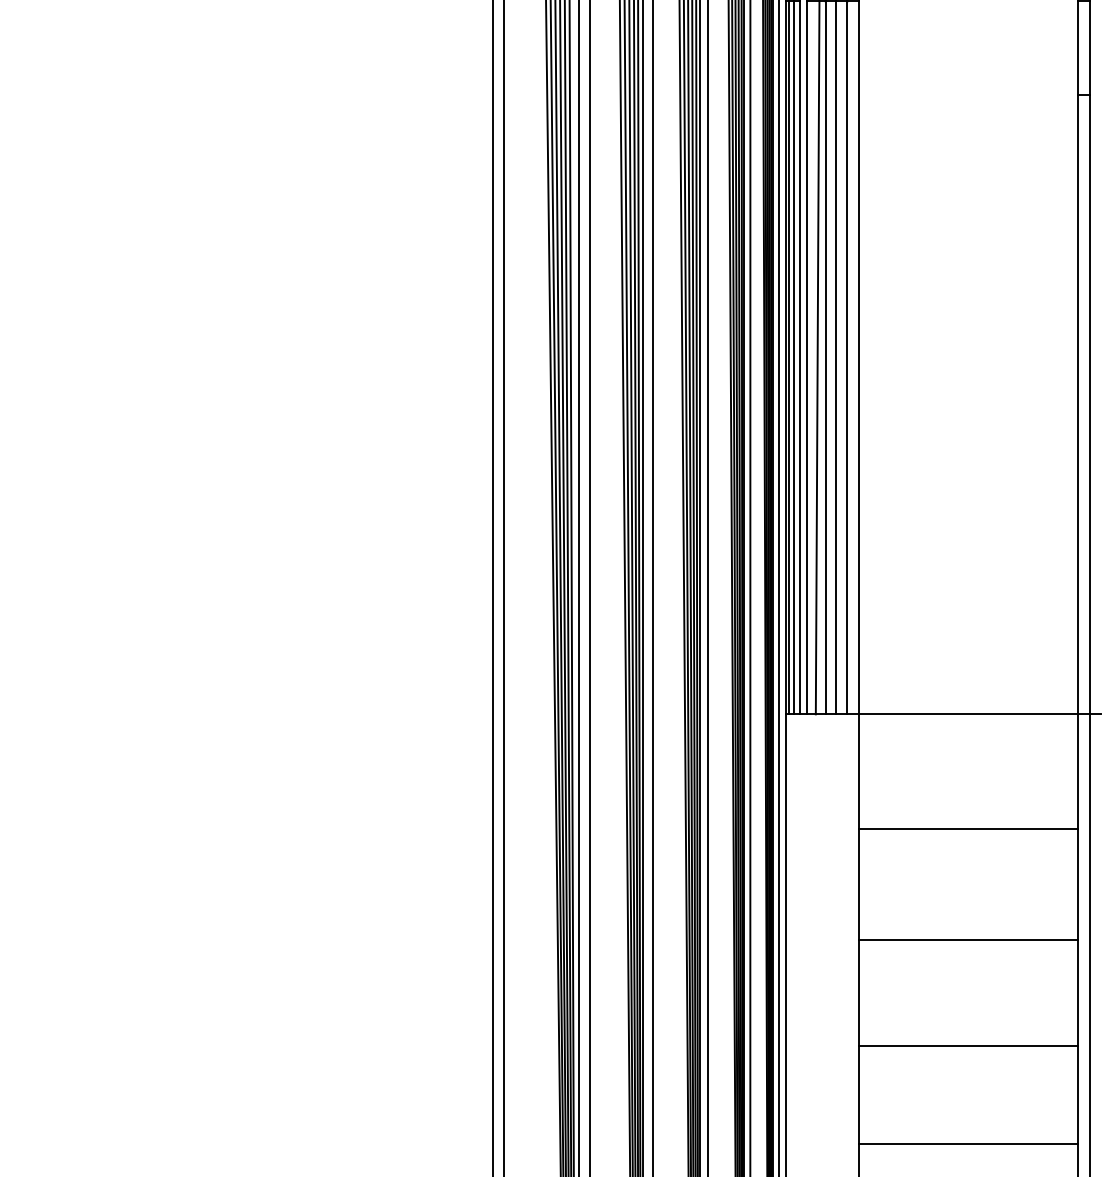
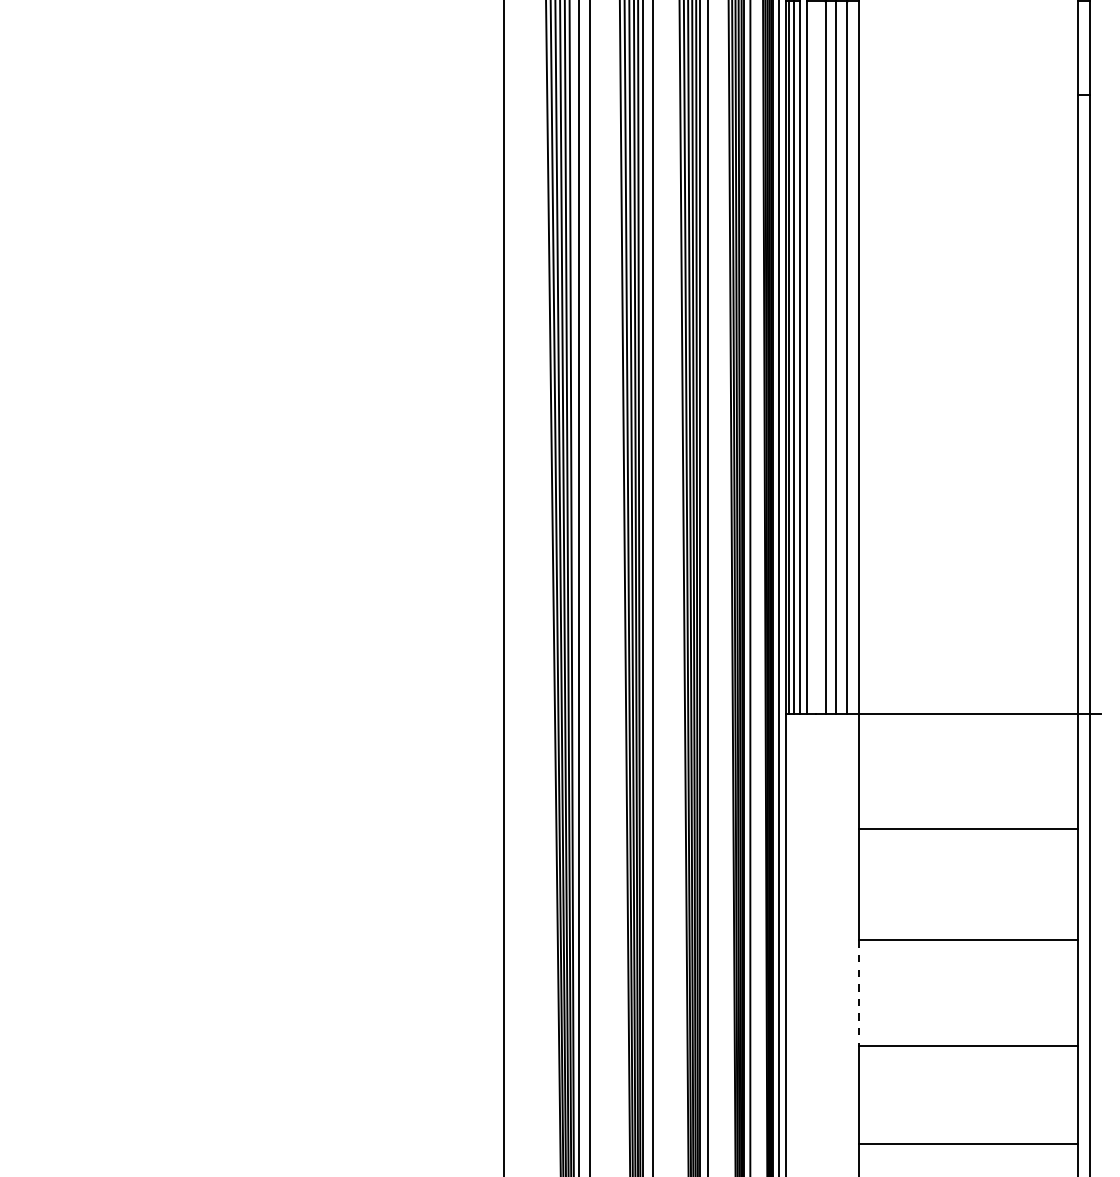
line at (817, 358): present -> none
line at (493, 587): present -> none
line at (858, 993): solid -> dashed
